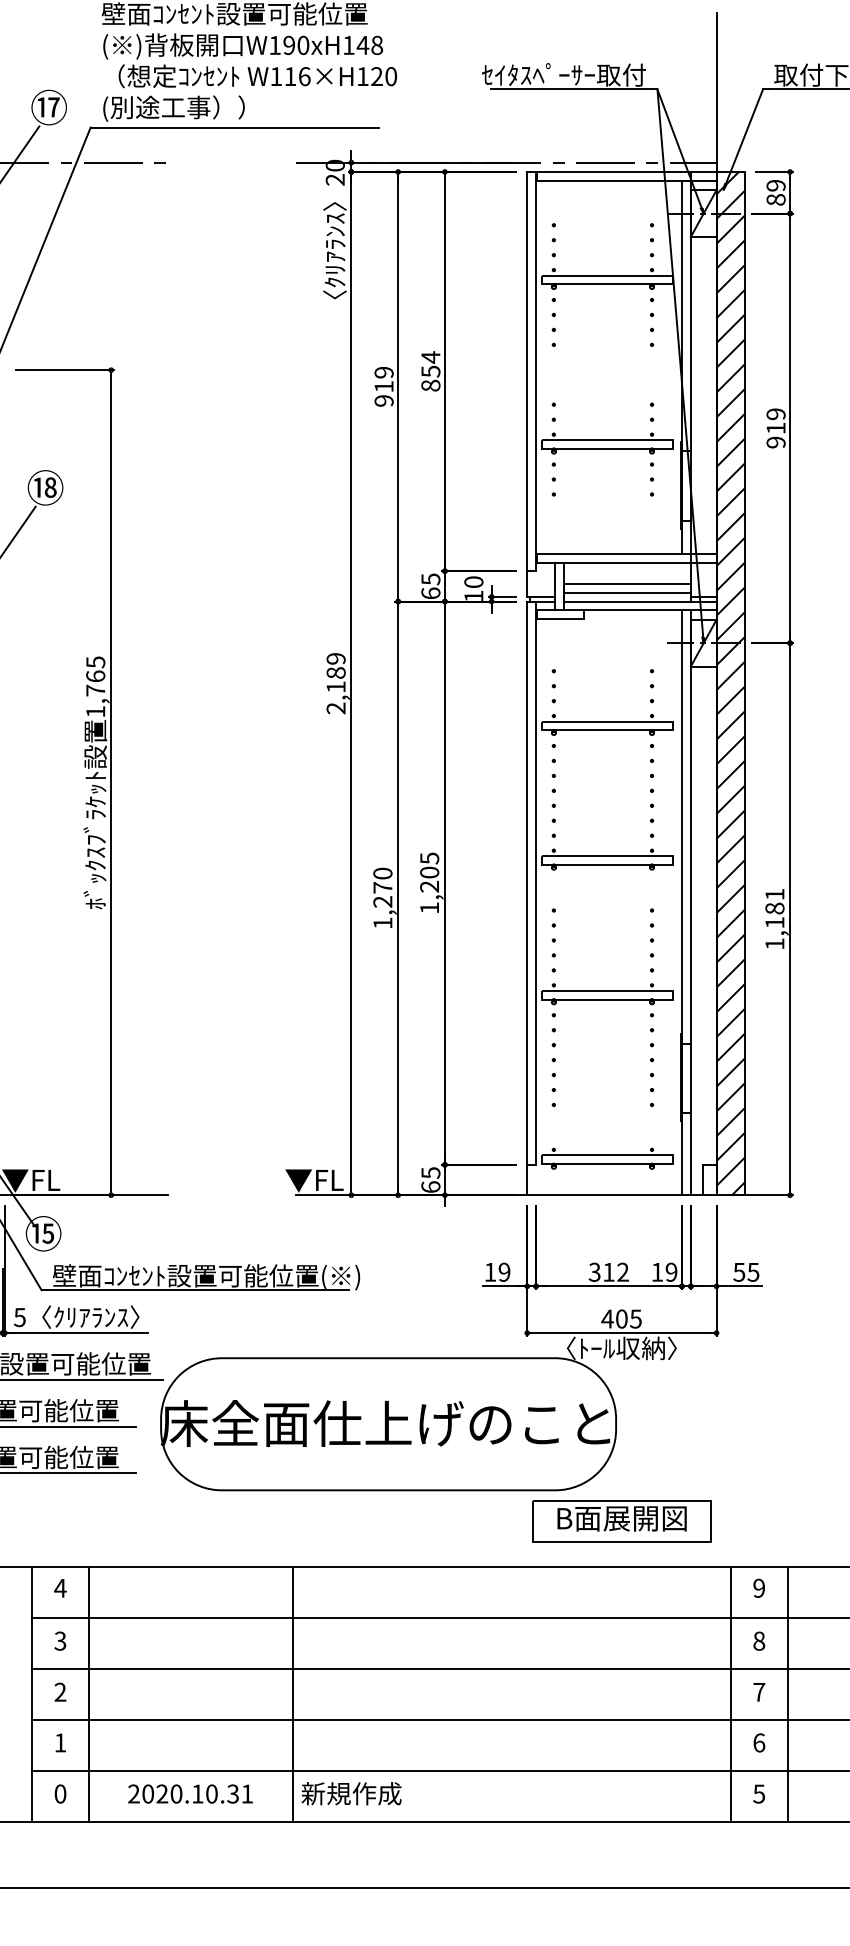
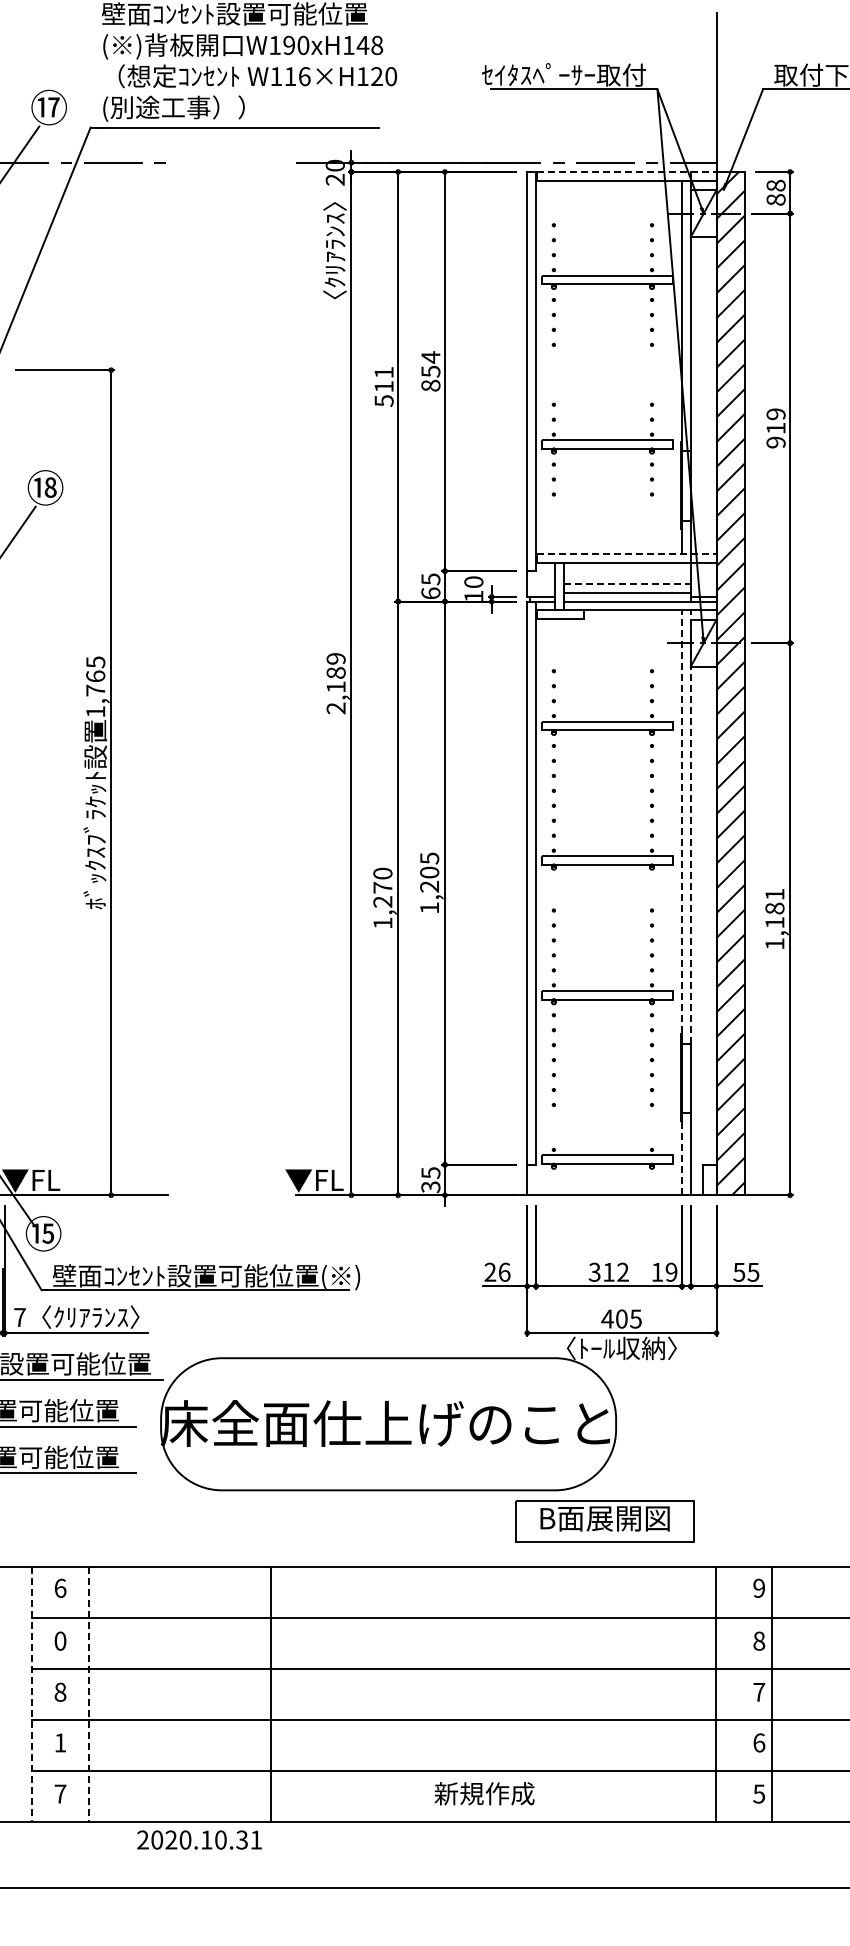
line at (626, 171): solid -> dashed
text at (775, 185): 89 -> 88
text at (383, 387): 919 -> 511
line at (626, 553): solid -> dashed
line at (628, 583): solid -> dashed
line at (681, 827): solid -> dashed
line at (690, 827): solid -> dashed
line at (681, 1153): solid -> dashed
text at (430, 1187): 65 -> 35
text at (497, 1271): 19 -> 26
text at (19, 1317): 5 -> 7
part at (621, 1521) position: (621, 1521) -> (604, 1521)
text at (60, 1587): 4 -> 6
text at (60, 1640): 3 -> 0
text at (60, 1691): 2 -> 8
line at (292, 1694) position: (292, 1694) -> (270, 1694)
line at (731, 1694) position: (731, 1694) -> (716, 1694)
line at (787, 1694) position: (787, 1694) -> (771, 1694)
line at (32, 1695): solid -> dashed
line at (88, 1695): solid -> dashed
text at (60, 1793): 0 -> 7
text at (190, 1793) position: (190, 1793) -> (199, 1839)
text at (351, 1793) position: (351, 1793) -> (484, 1793)
